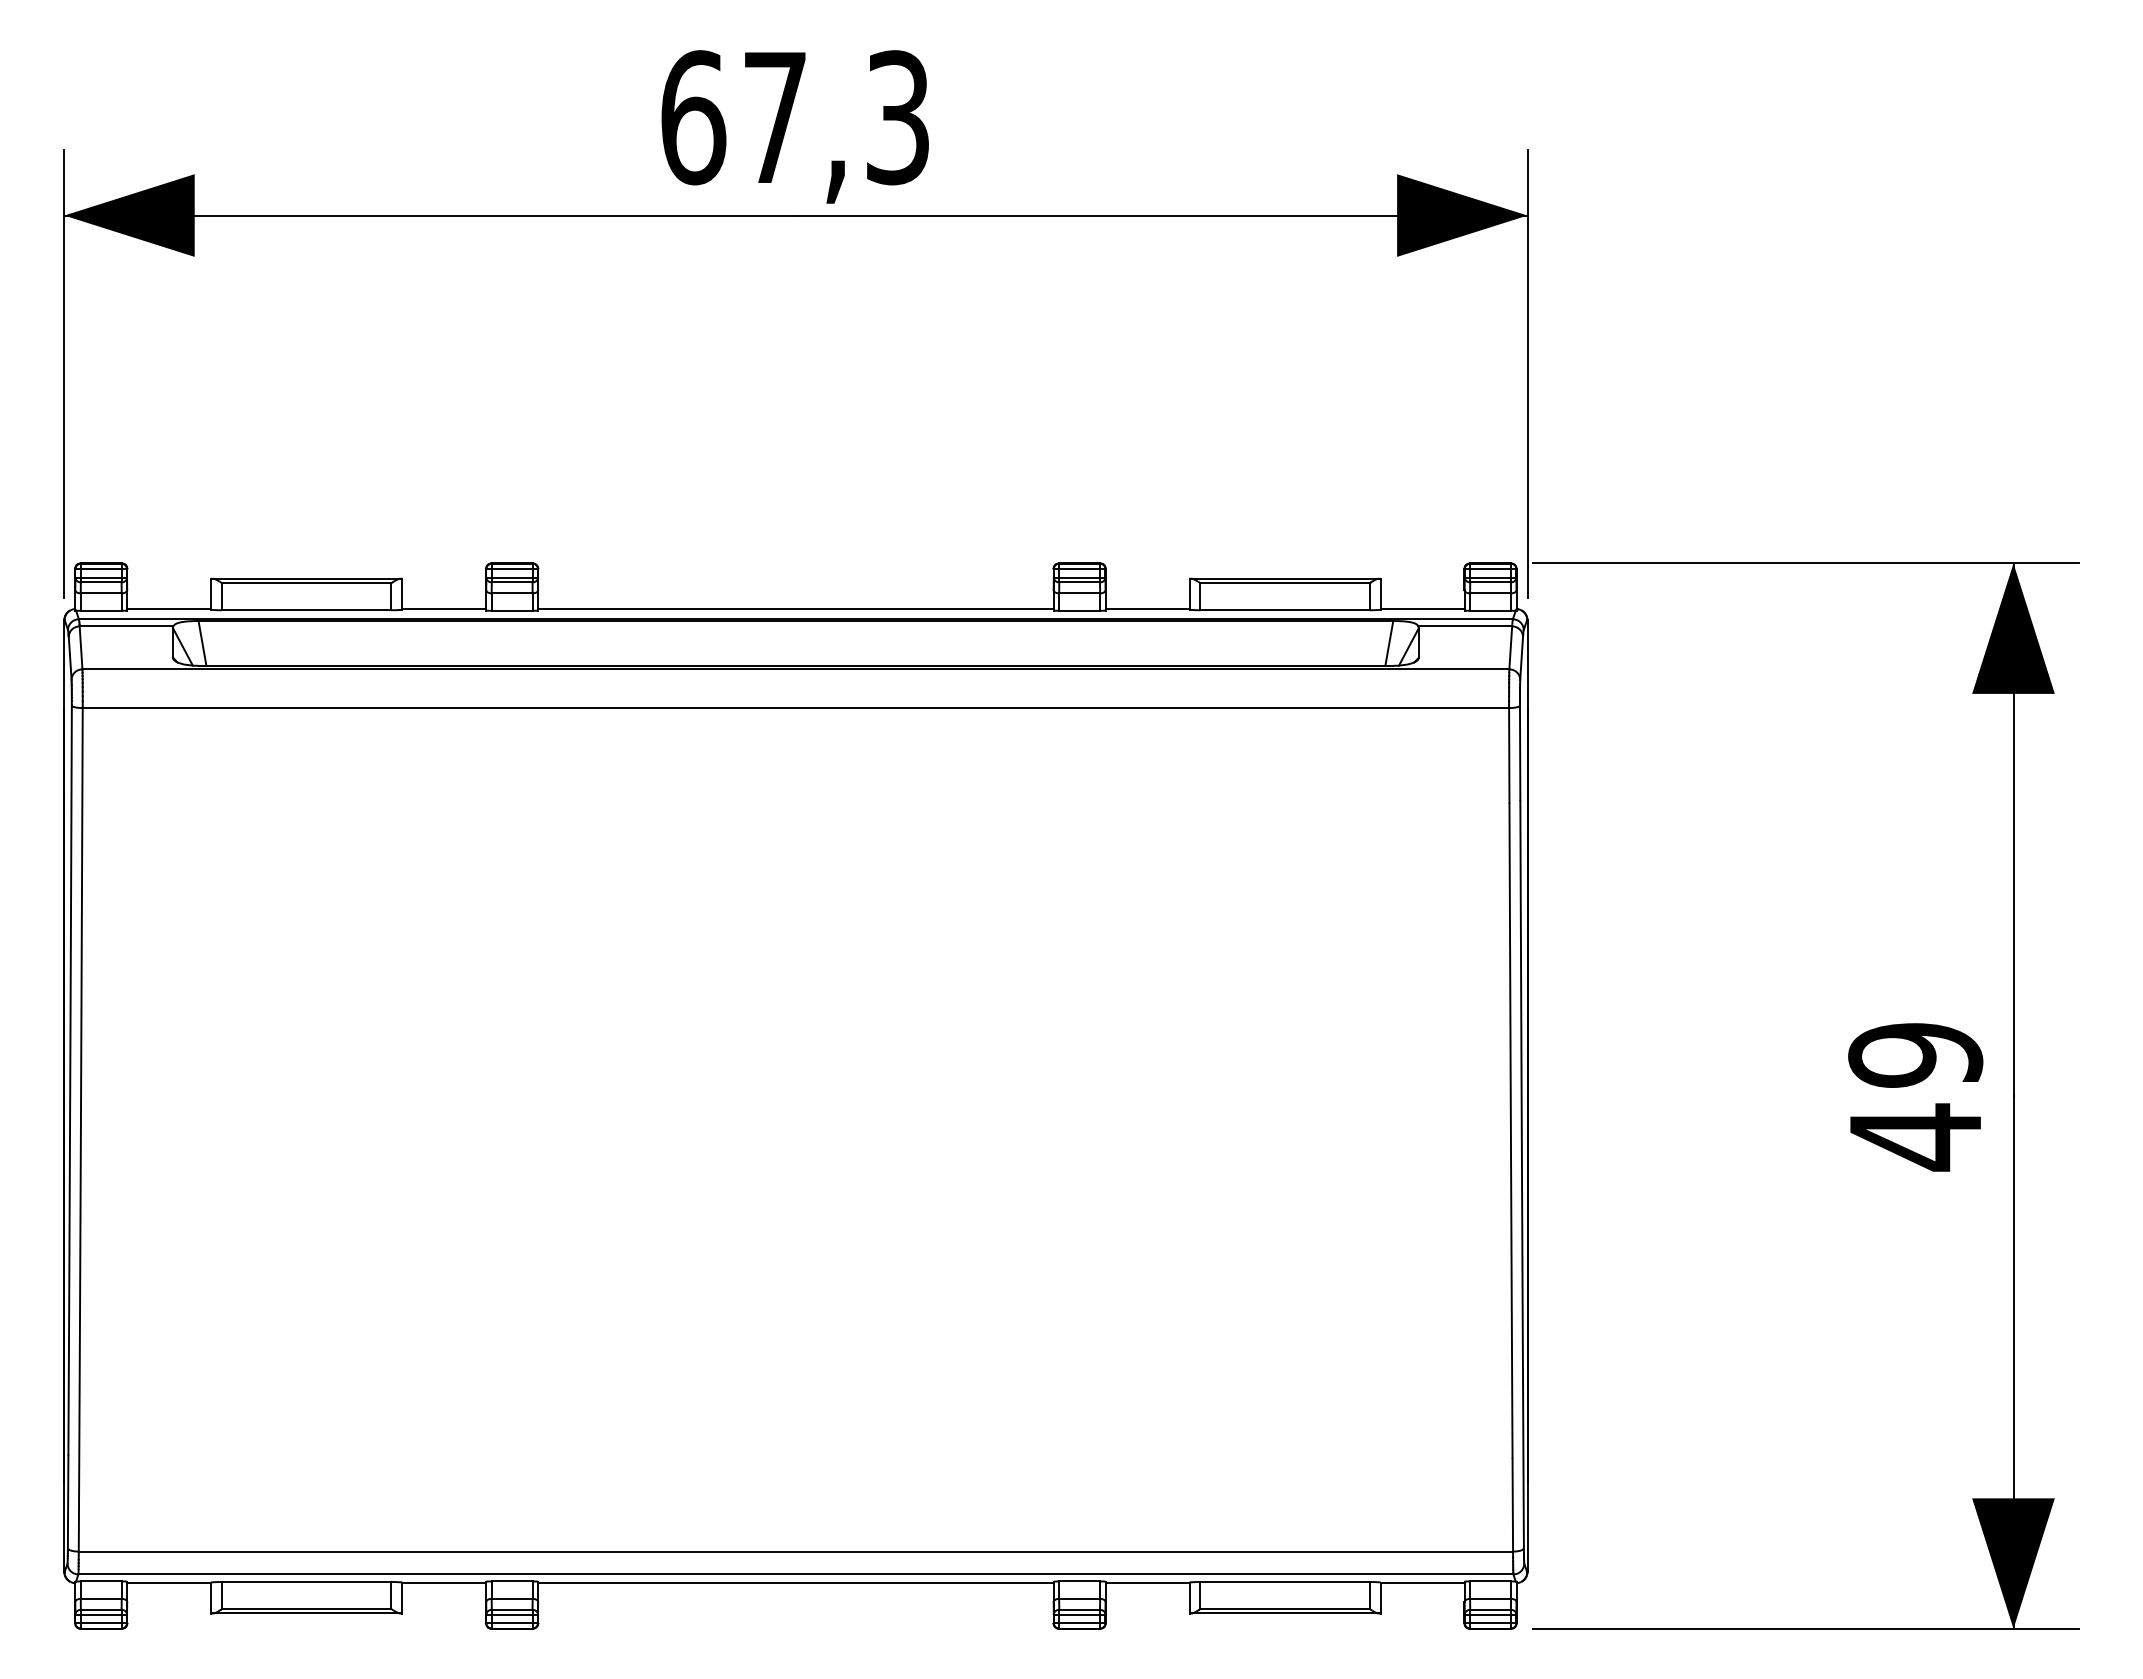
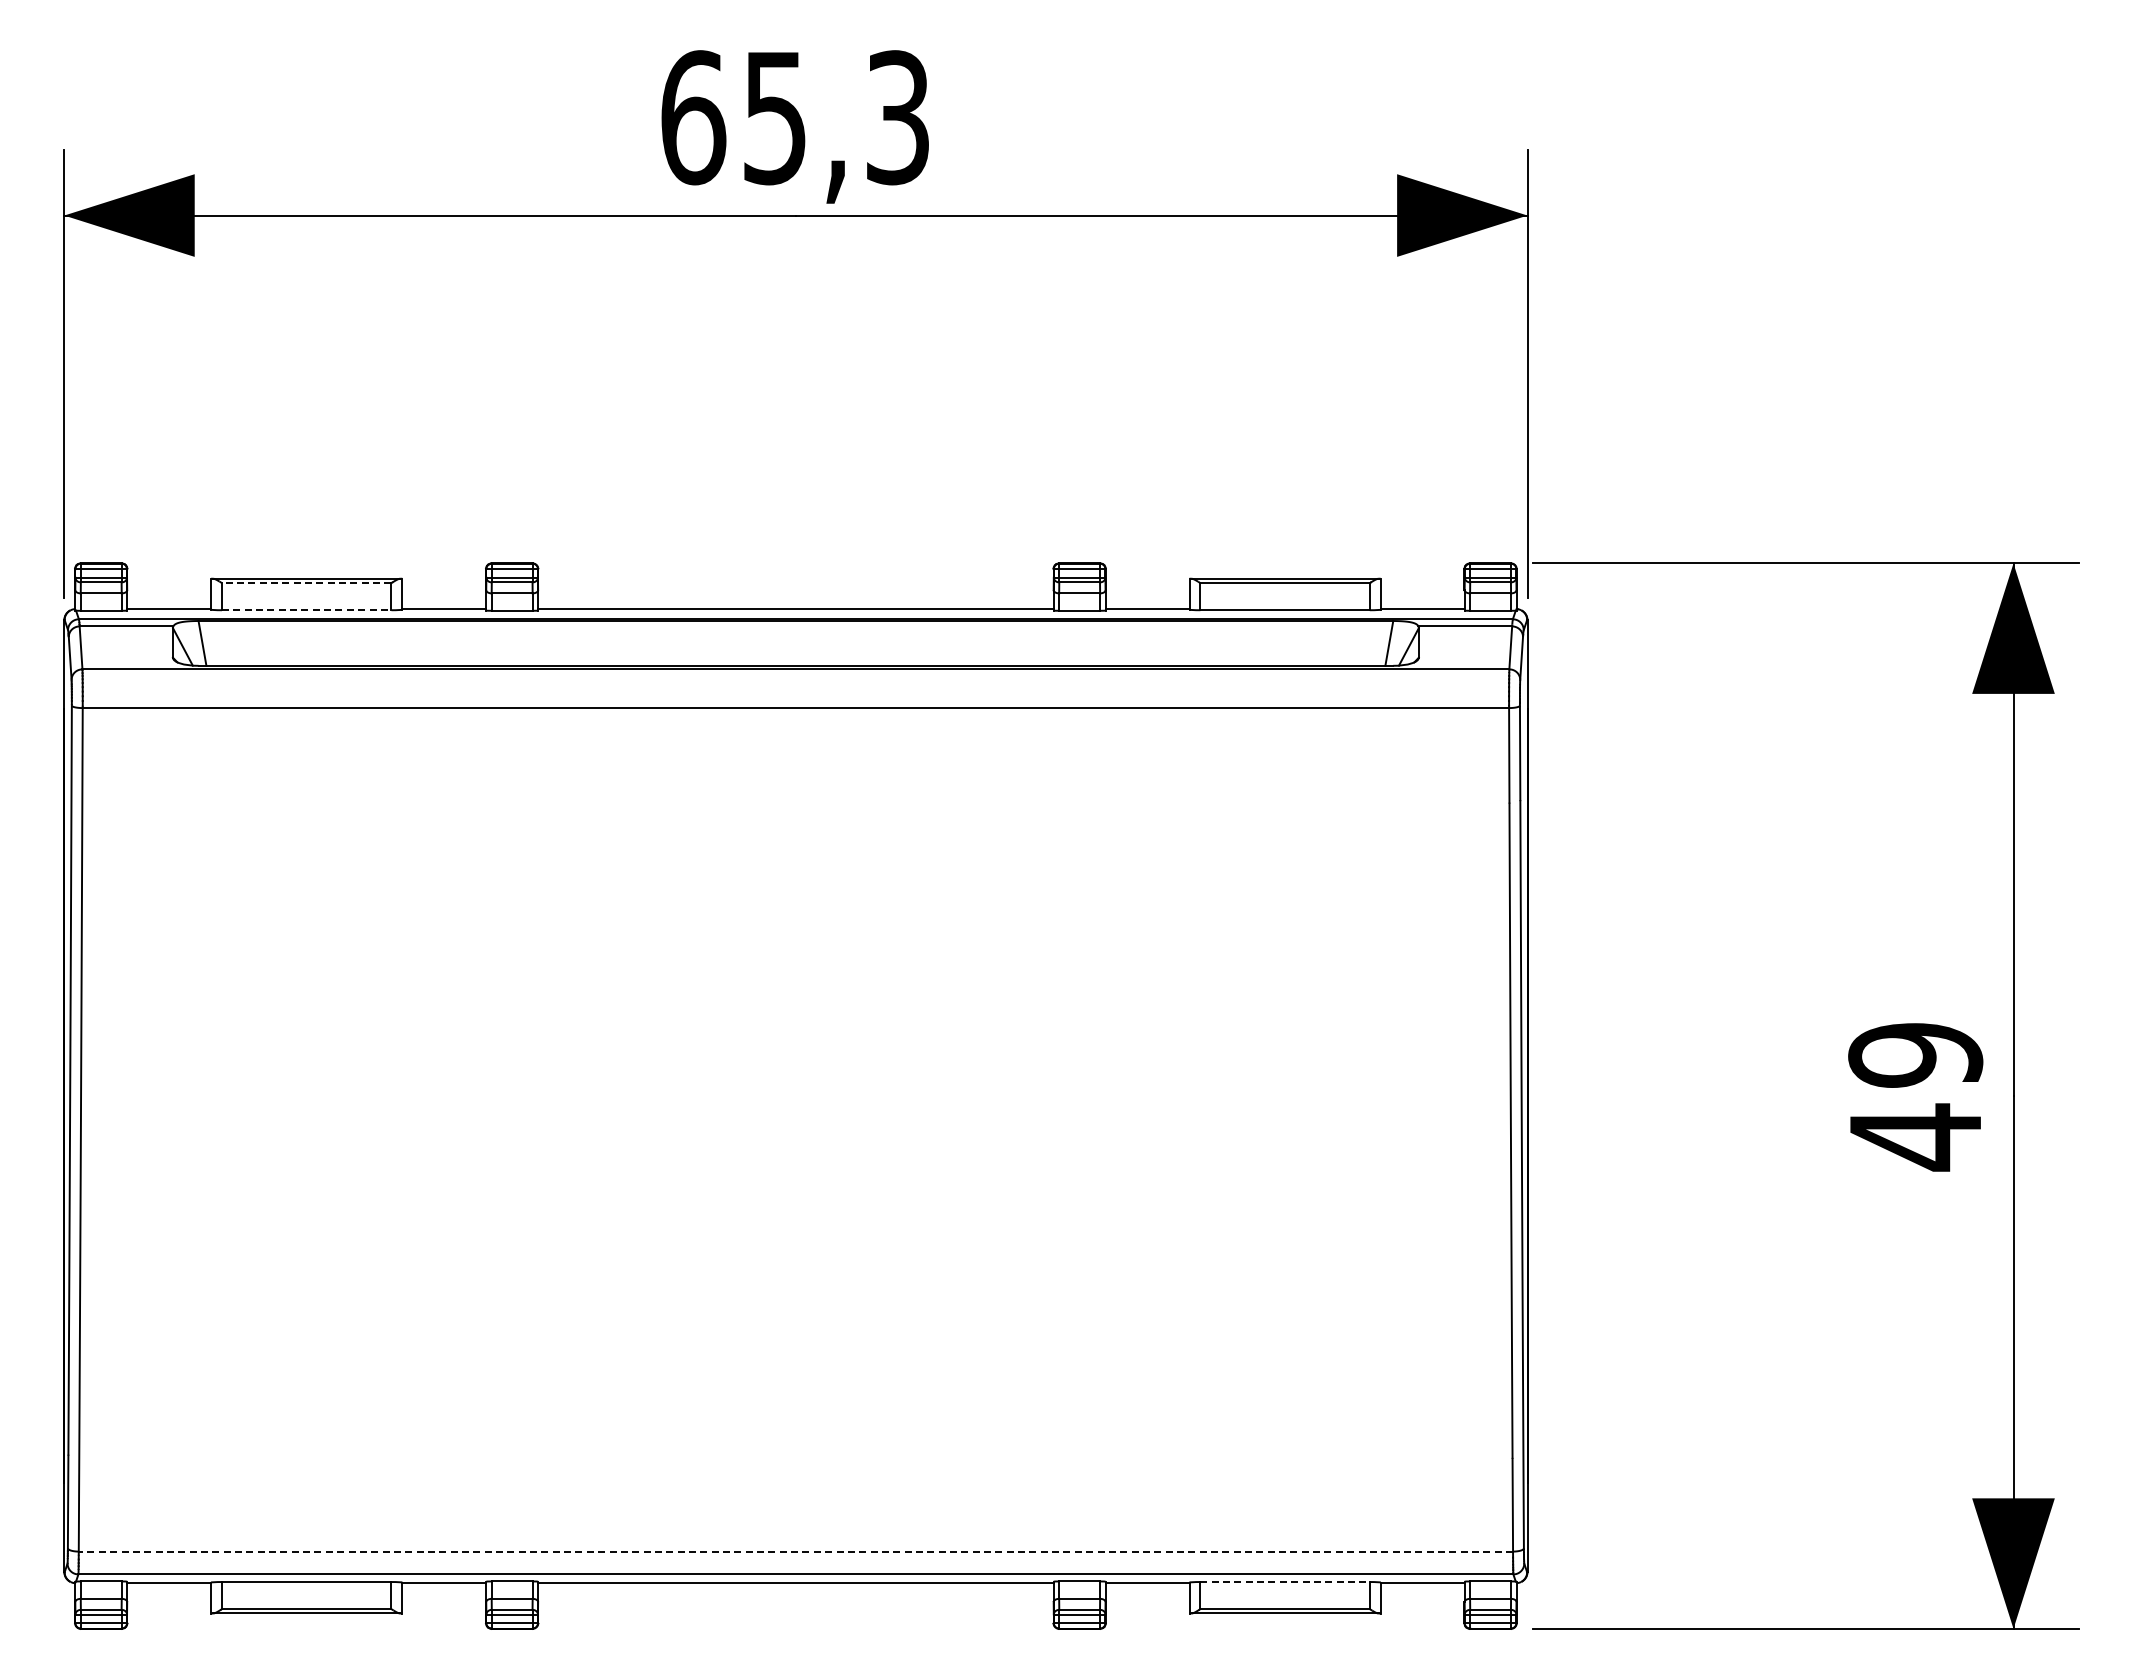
text at (774, 118): 67,3 -> 65,3
line at (306, 583): solid -> dashed
line at (306, 610): solid -> dashed
line at (795, 1551): solid -> dashed
line at (1285, 1582): solid -> dashed
